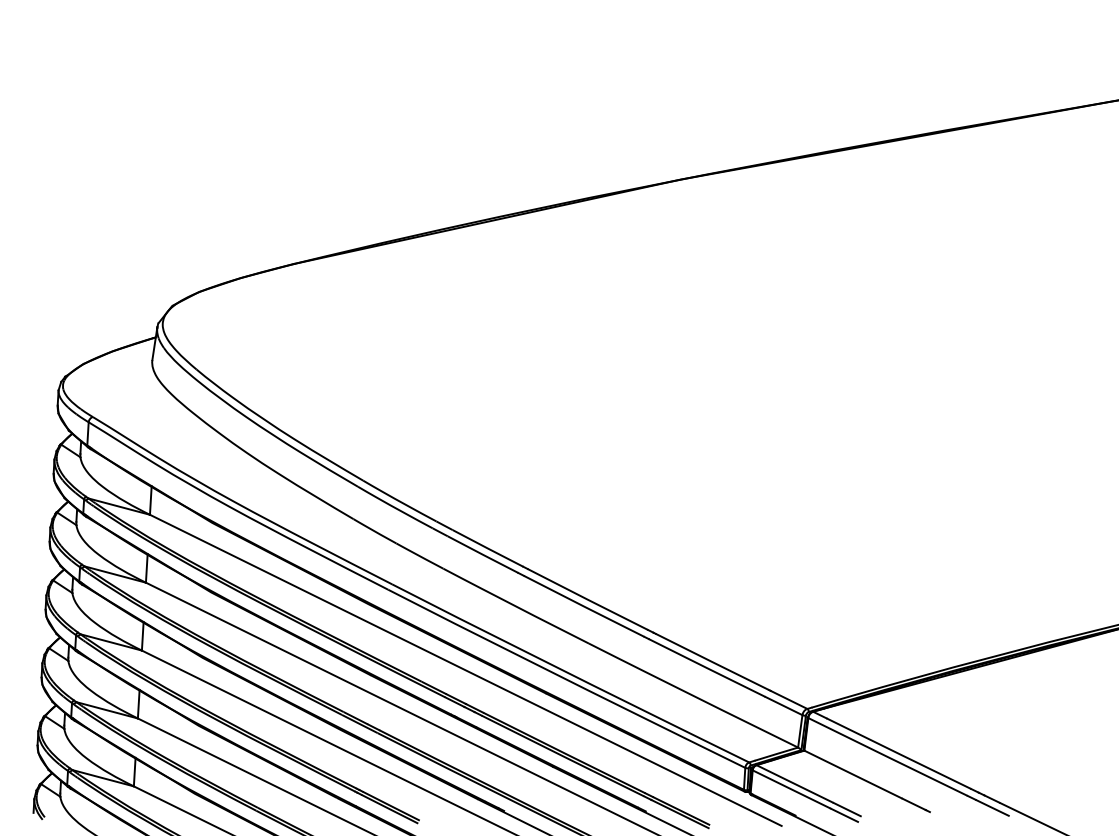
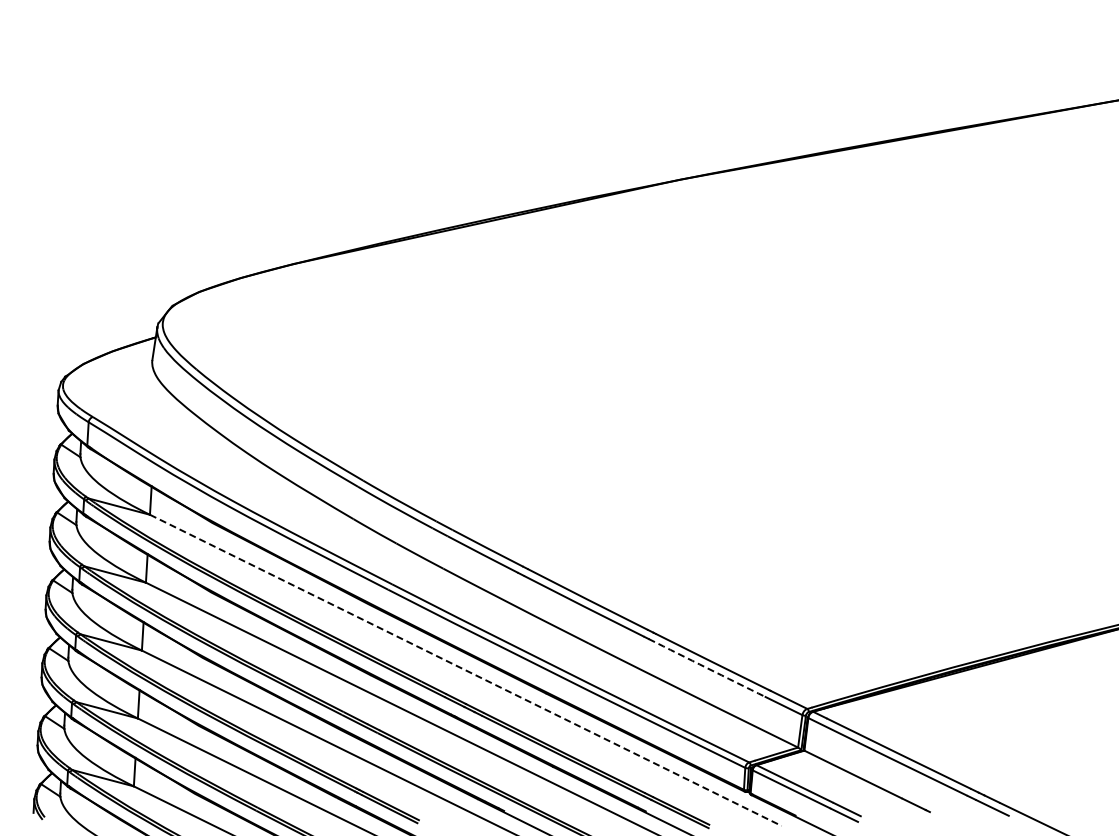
arc at (707, 668): solid -> dashed
line at (466, 670): solid -> dashed
